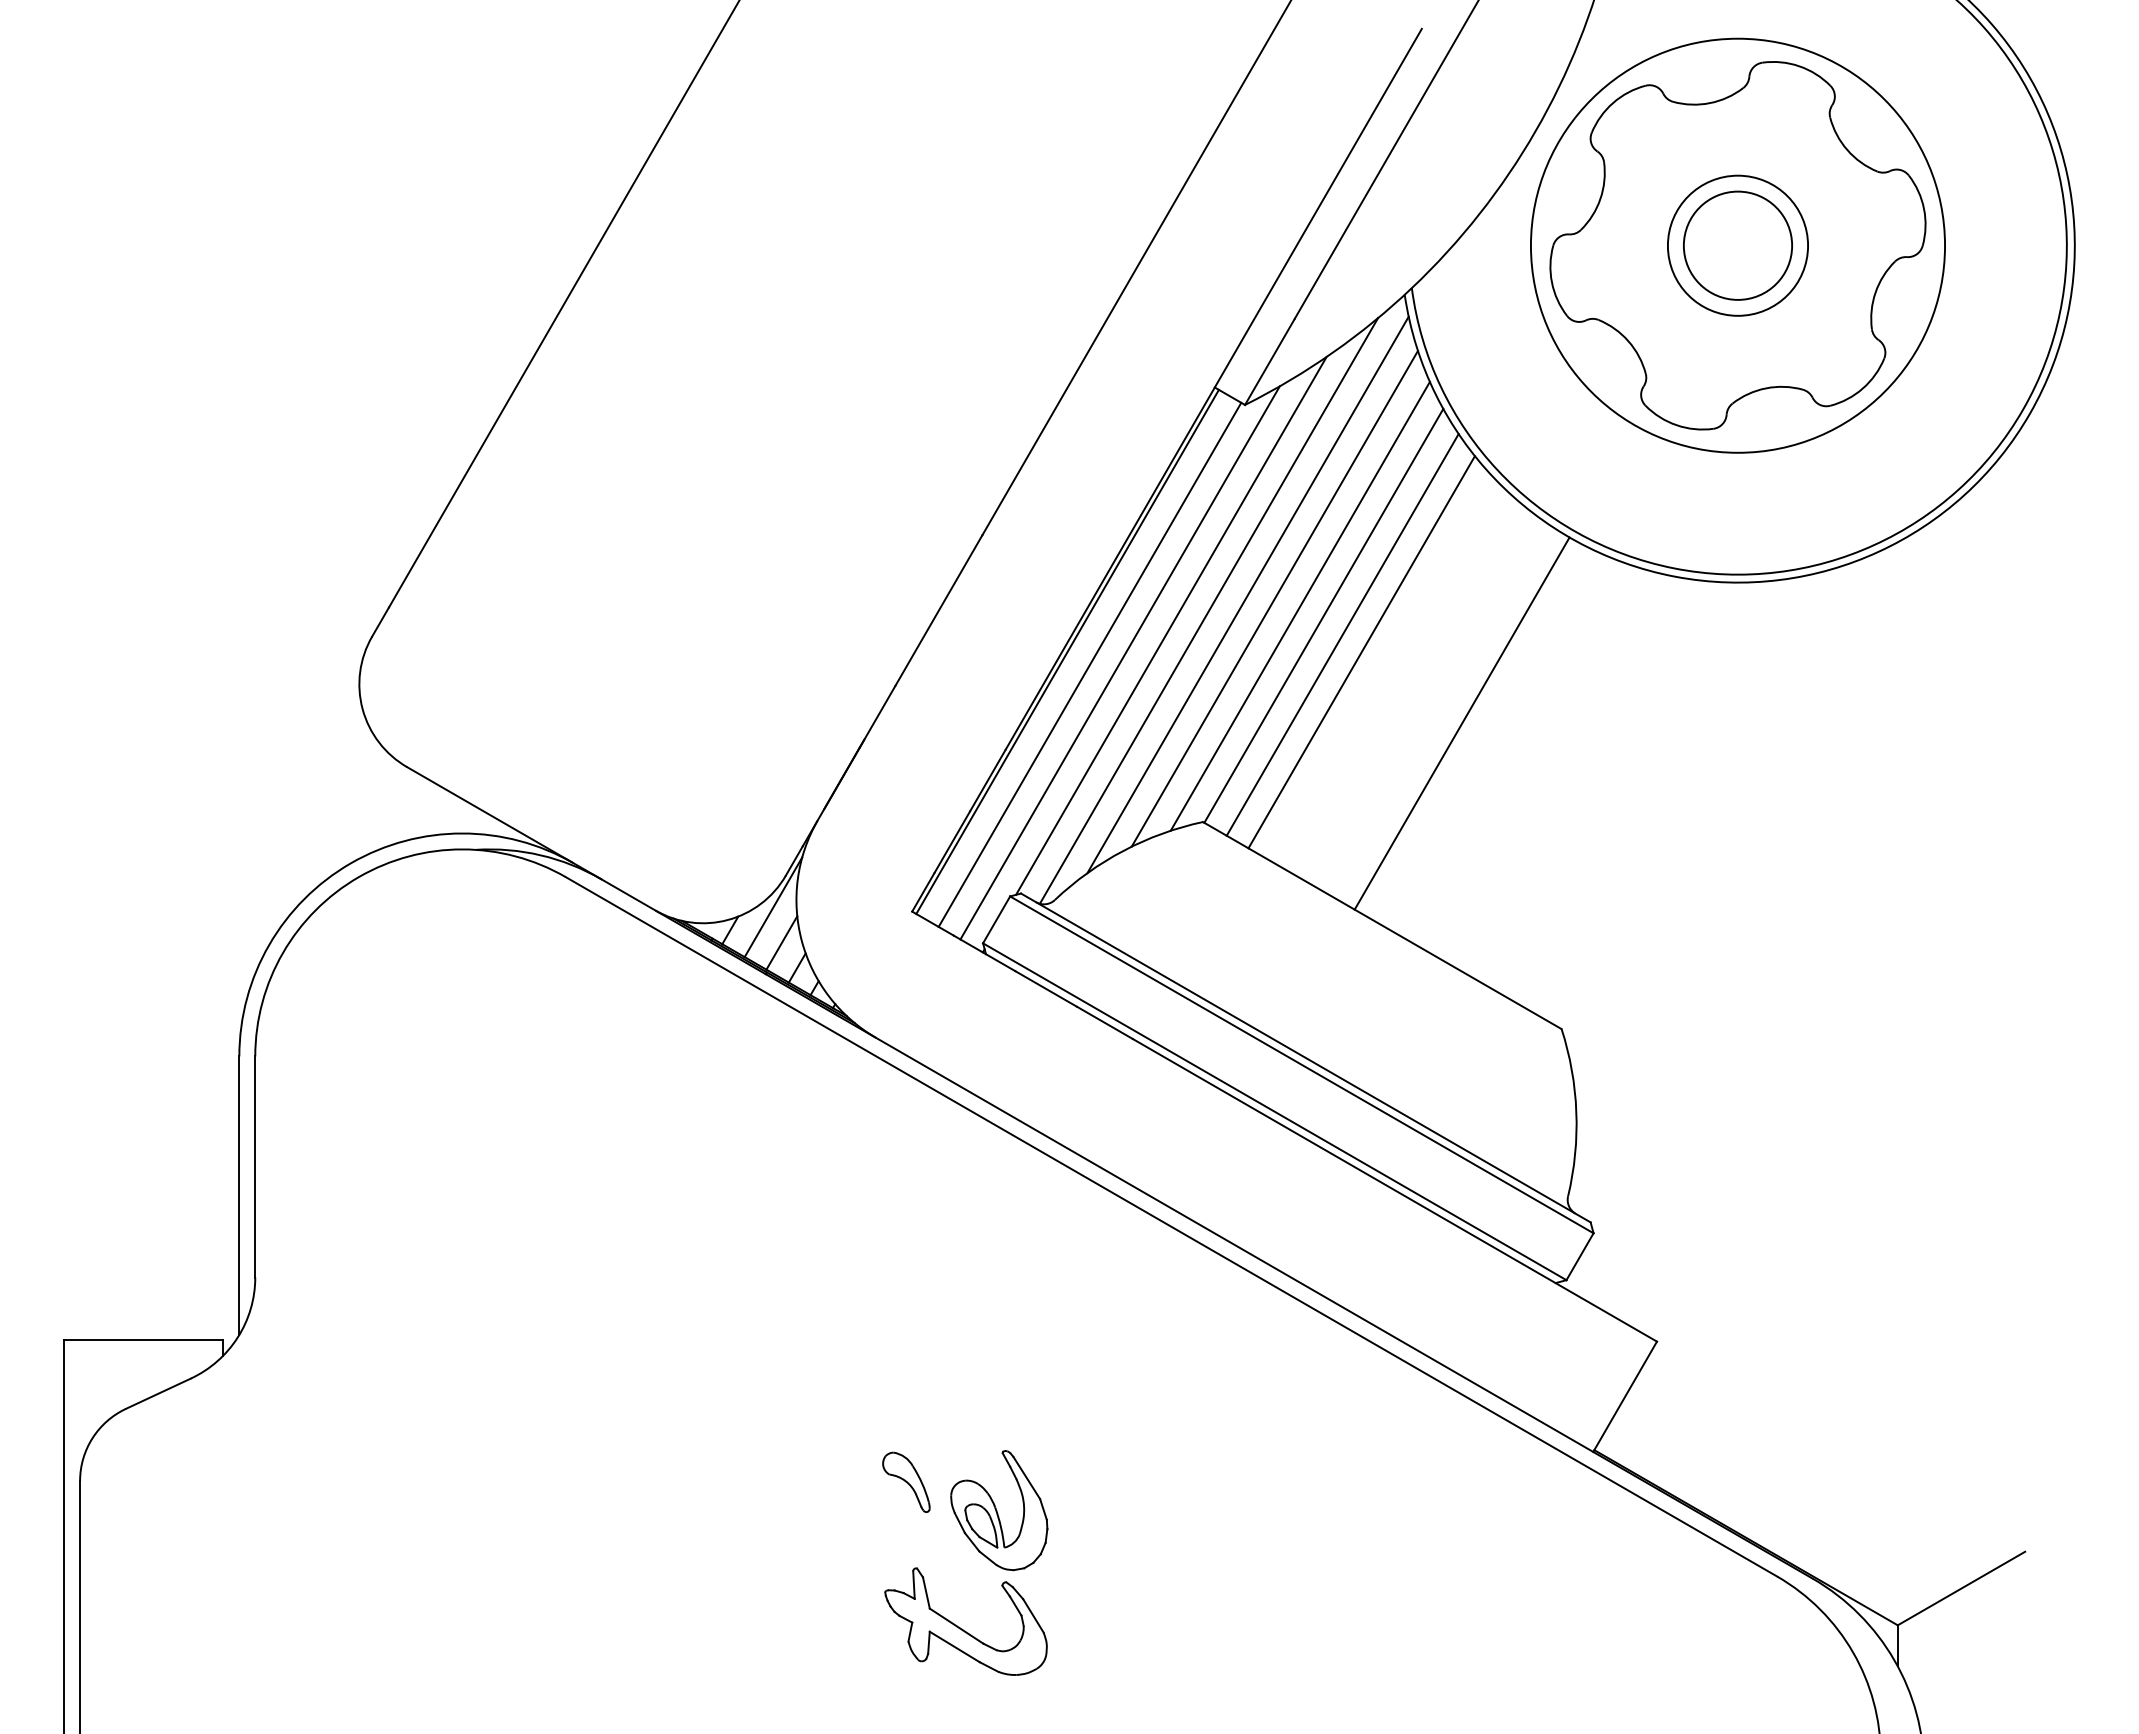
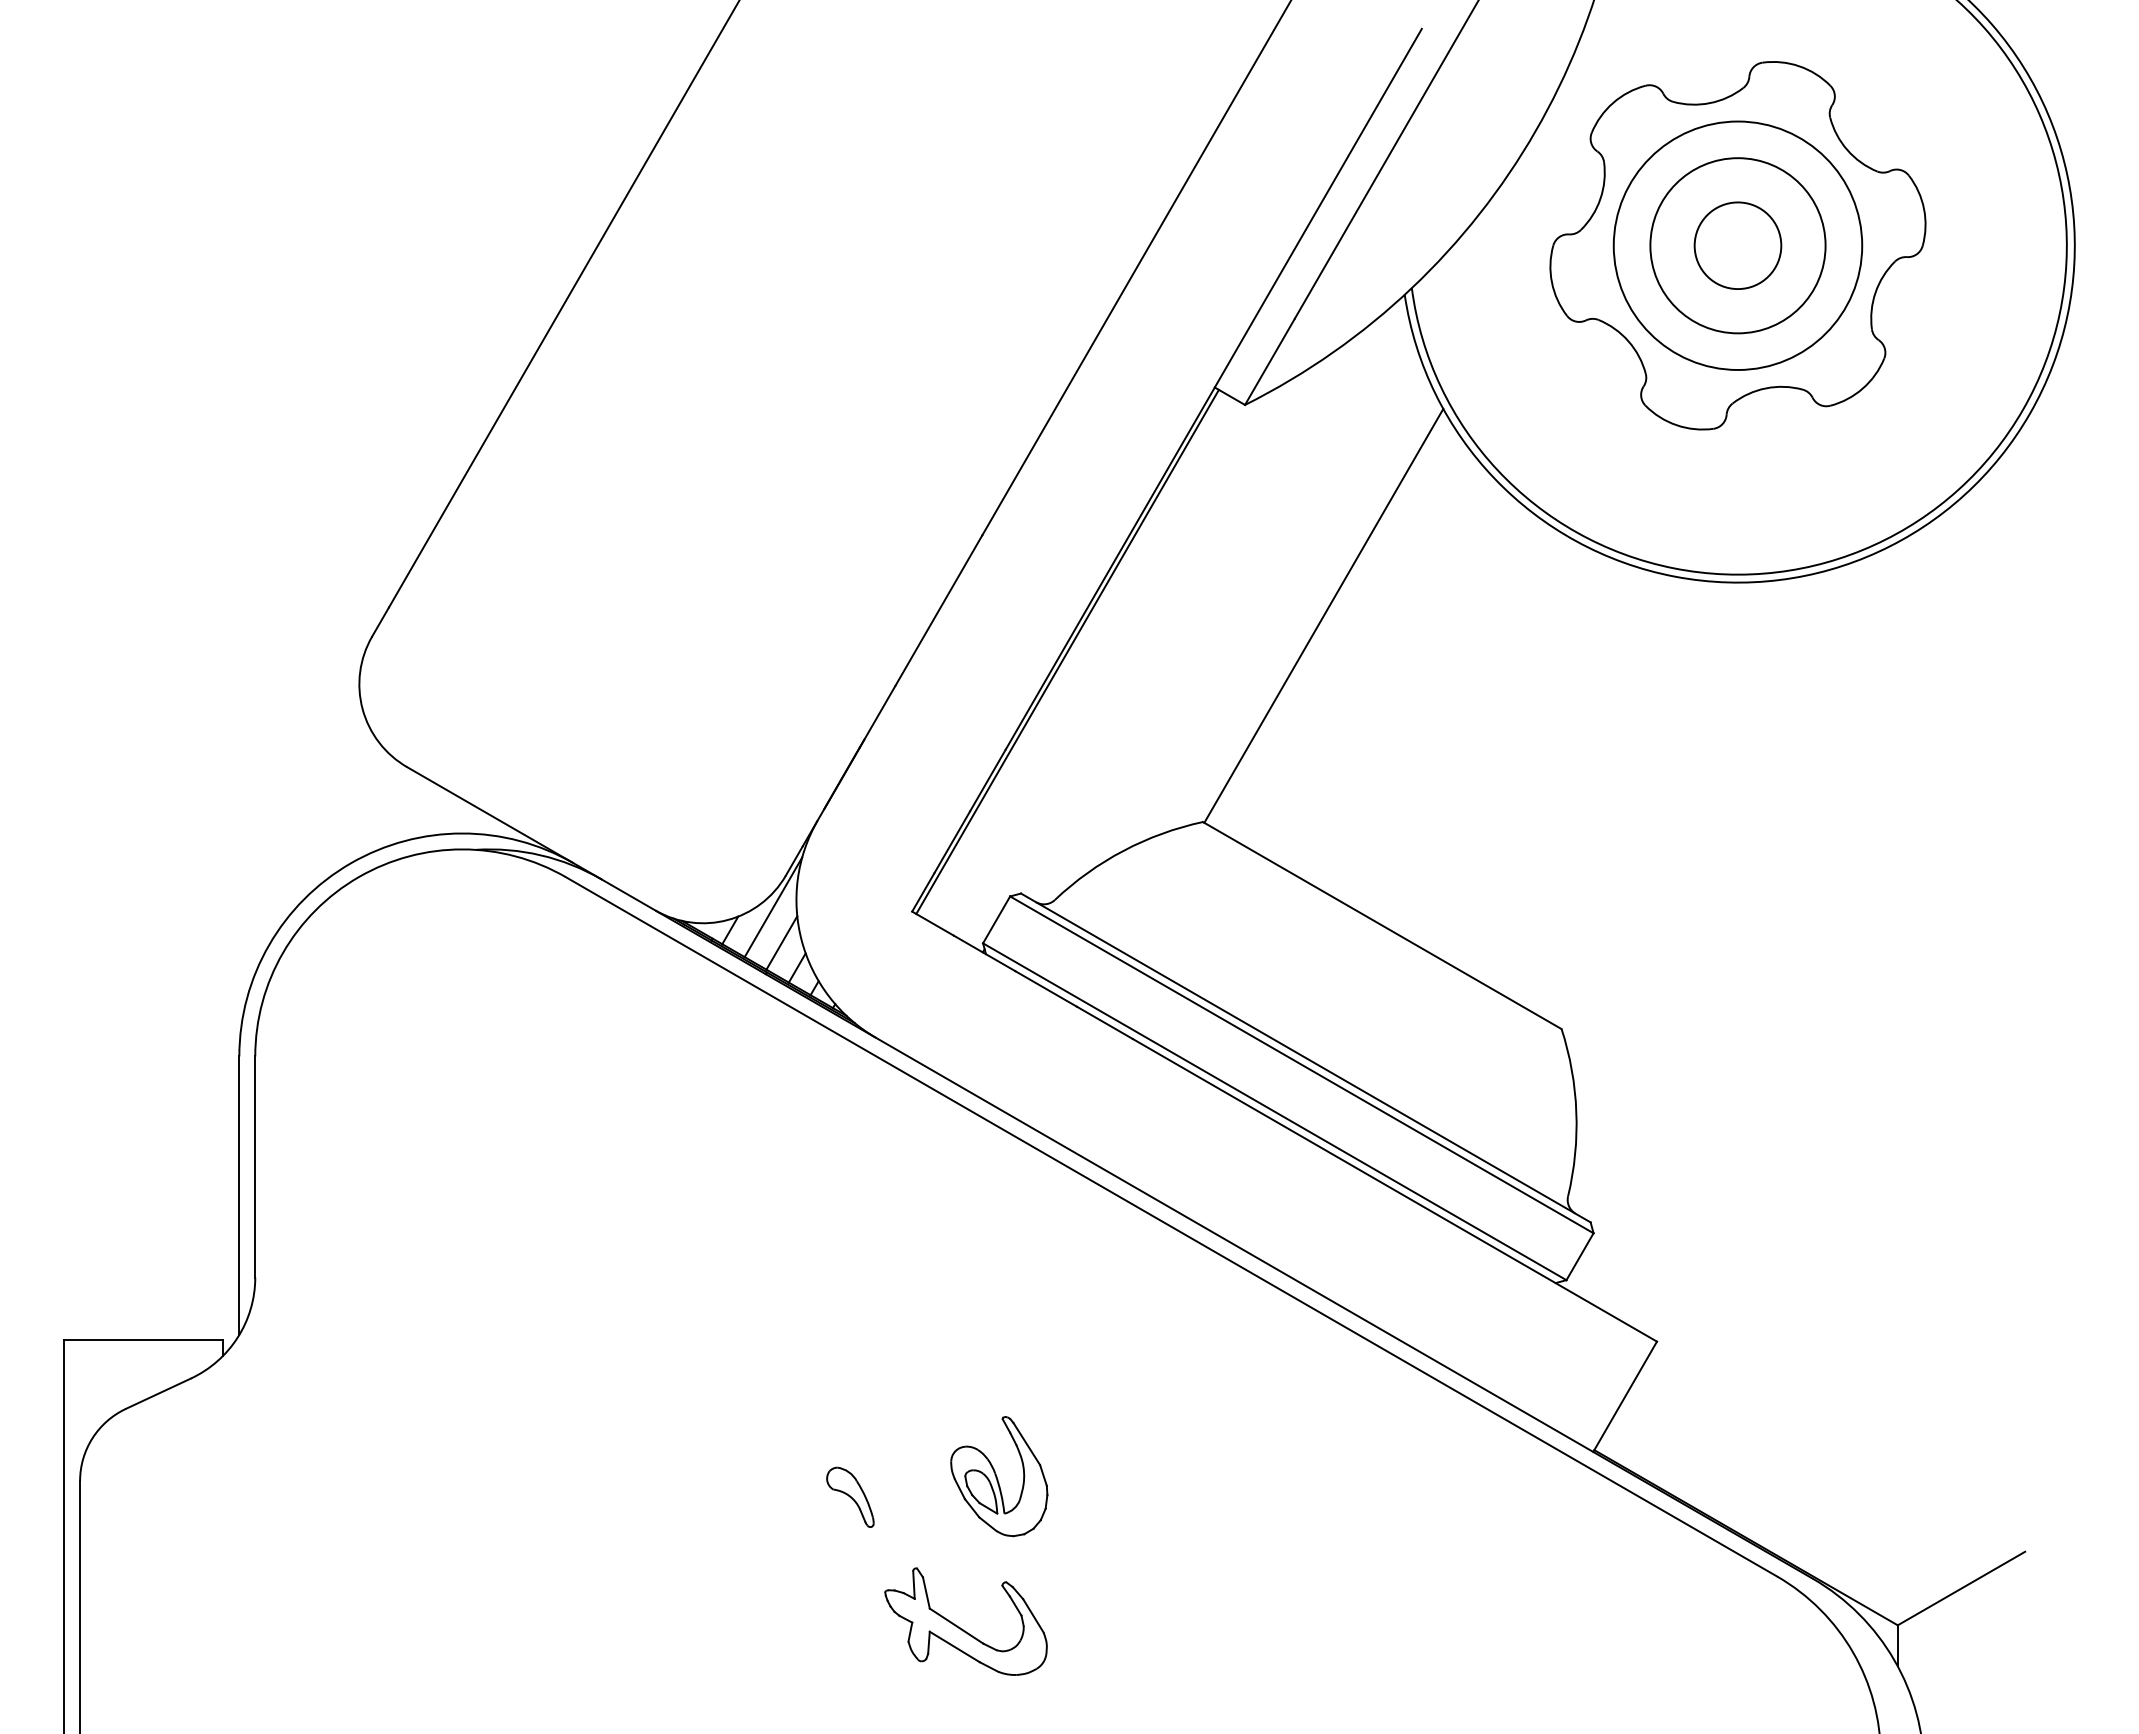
circle at (1737, 245) diameter: 108 px -> 87 px
circle at (1737, 245) diameter: 140 px -> 175 px
circle at (1737, 245) diameter: 414 px -> 248 px
line at (1247, 594): present -> none
line at (1274, 598): present -> none
line at (1299, 605): present -> none
line at (1208, 610): present -> none
line at (1171, 625): present -> none
line at (1342, 634): present -> none
line at (1361, 652): present -> none
line at (1119, 662): present -> none
line at (1089, 664): present -> none
line at (1461, 723): present -> none
part at (906, 1481) position: (906, 1481) -> (850, 1496)
part at (999, 1510) position: (999, 1510) -> (999, 1476)
